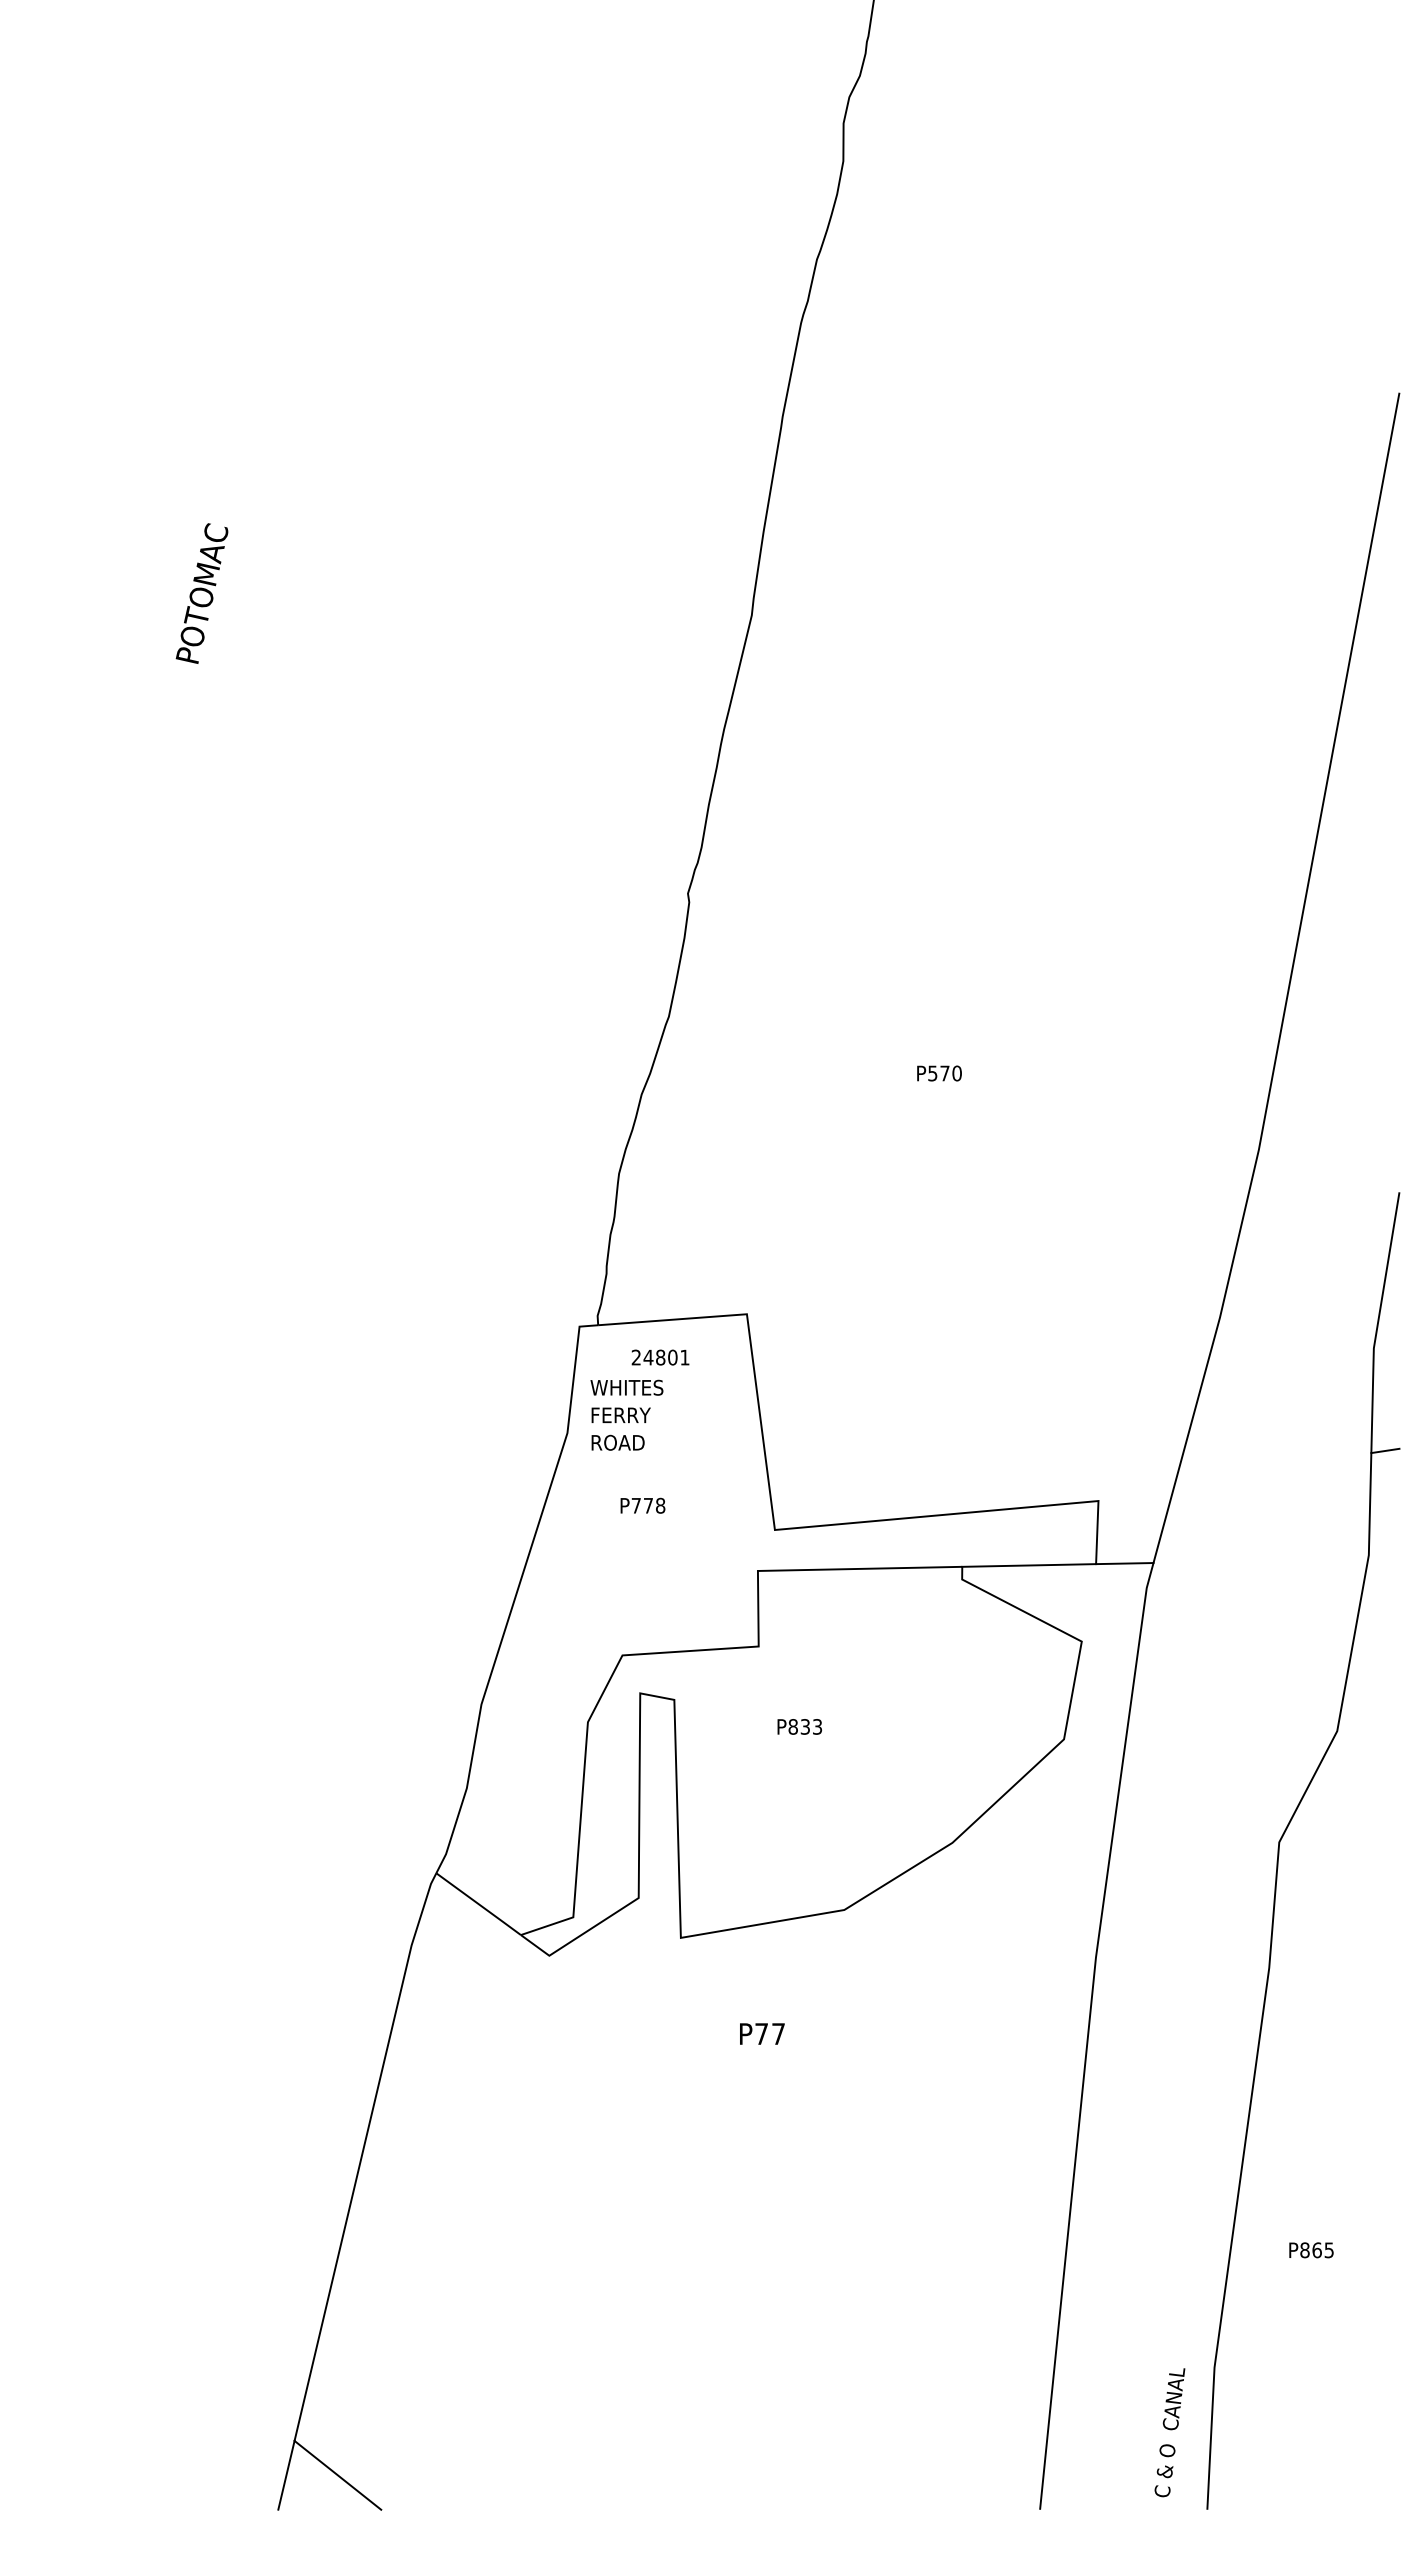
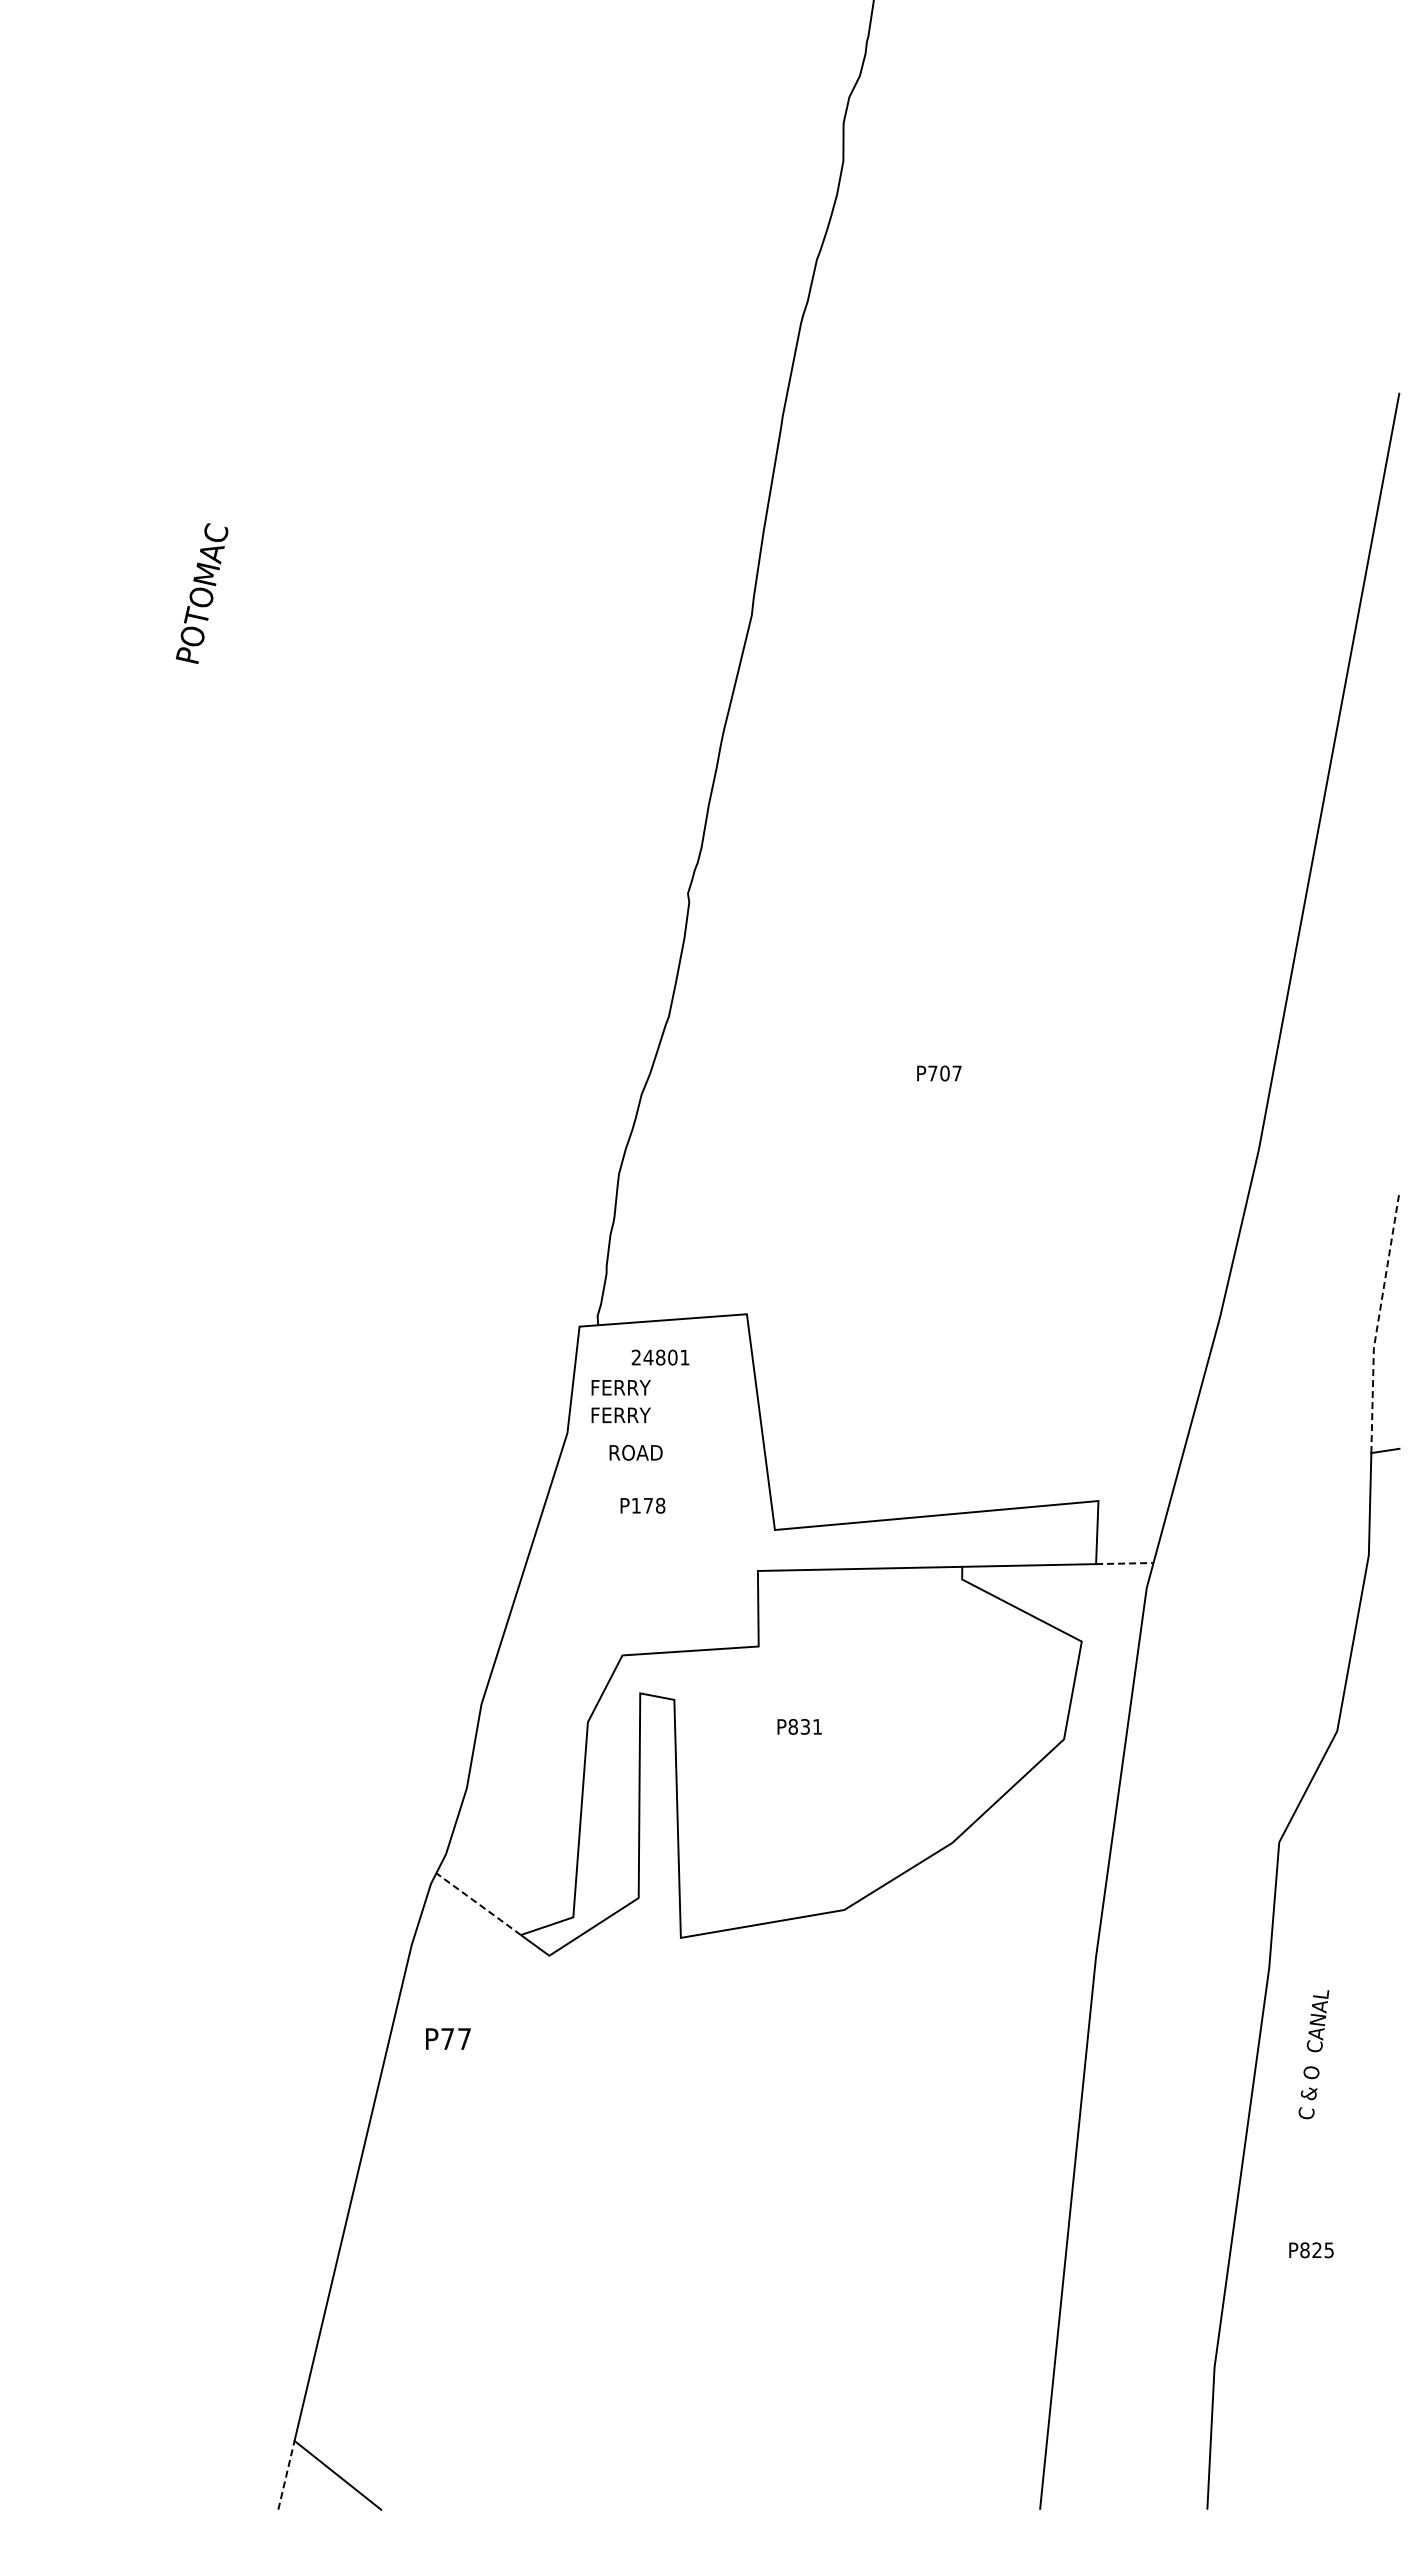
text at (944, 1073): P570 -> P707
line at (1378, 1321): solid -> dashed
text at (626, 1387): WHITES -> FERRY
text at (617, 1442) position: (617, 1442) -> (635, 1452)
text at (635, 1505): P778 -> P178
line at (1124, 1563): solid -> dashed
text at (817, 1726): P833 -> P831
line at (478, 1904): solid -> dashed
text at (762, 2033) position: (762, 2033) -> (448, 2038)
text at (1316, 2250): P865 -> P825
text at (1169, 2432) position: (1169, 2432) -> (1313, 2054)
line at (286, 2474): solid -> dashed
